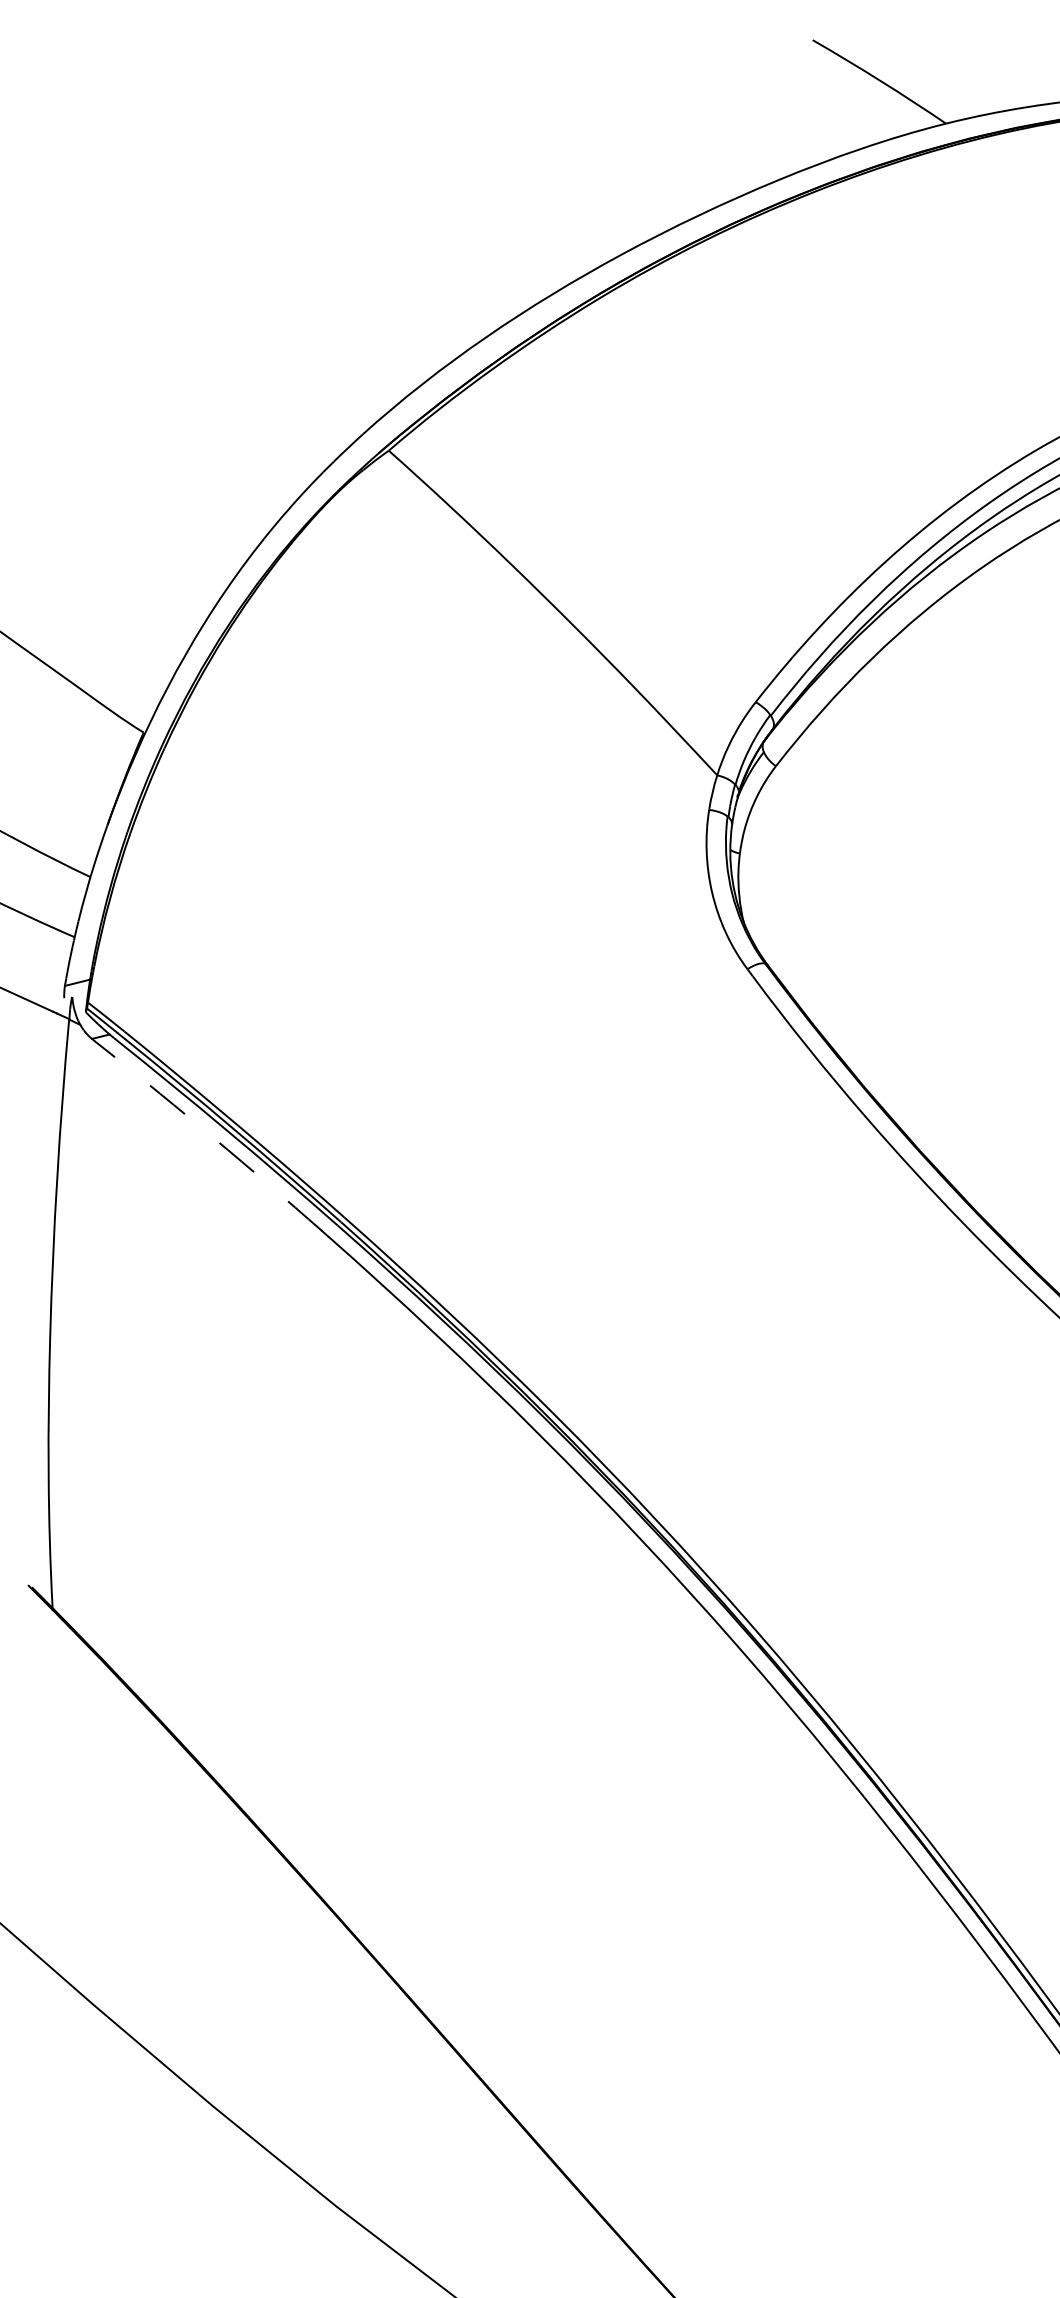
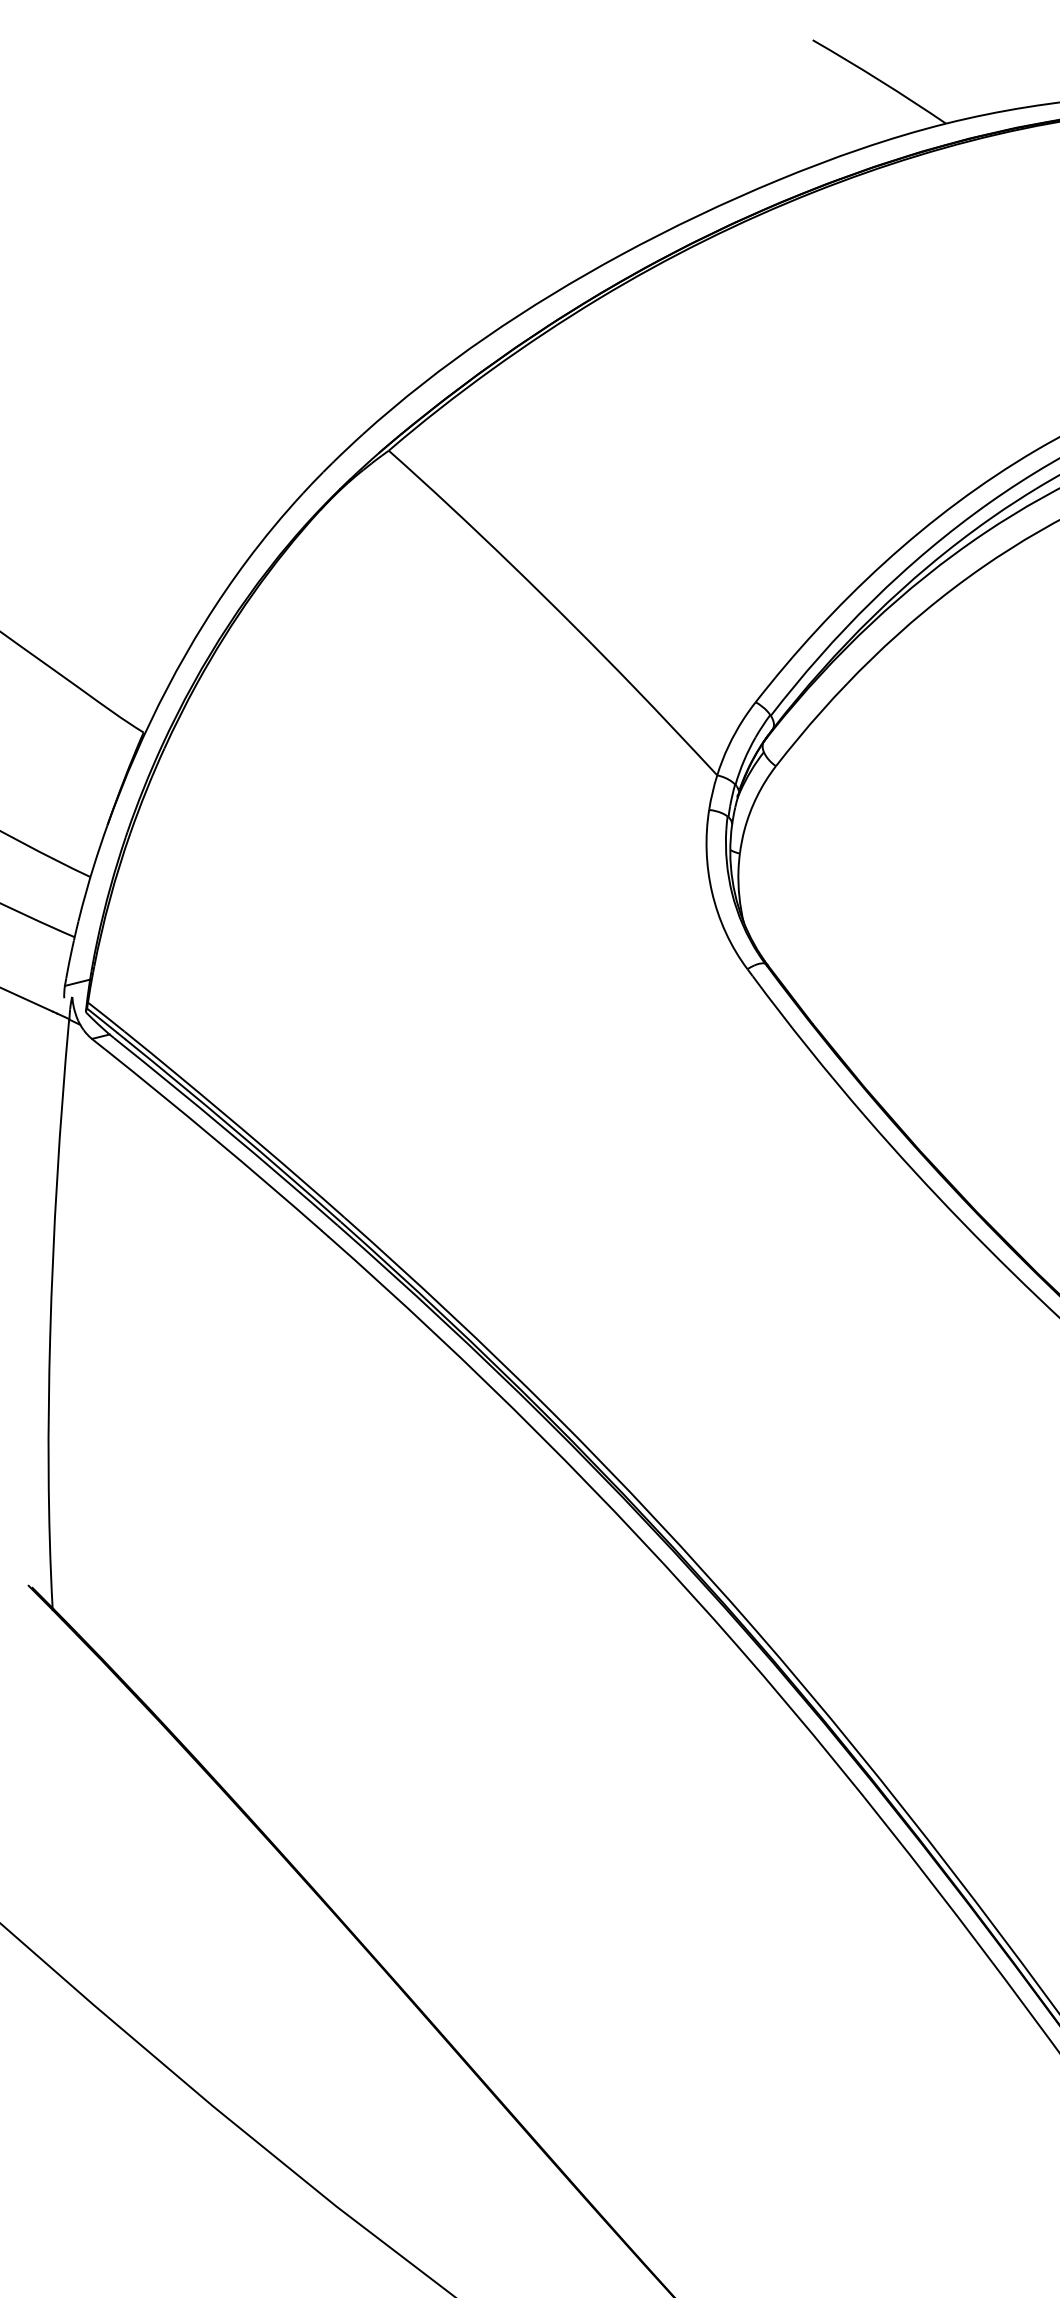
arc at (214, 1138): dashed -> solid
